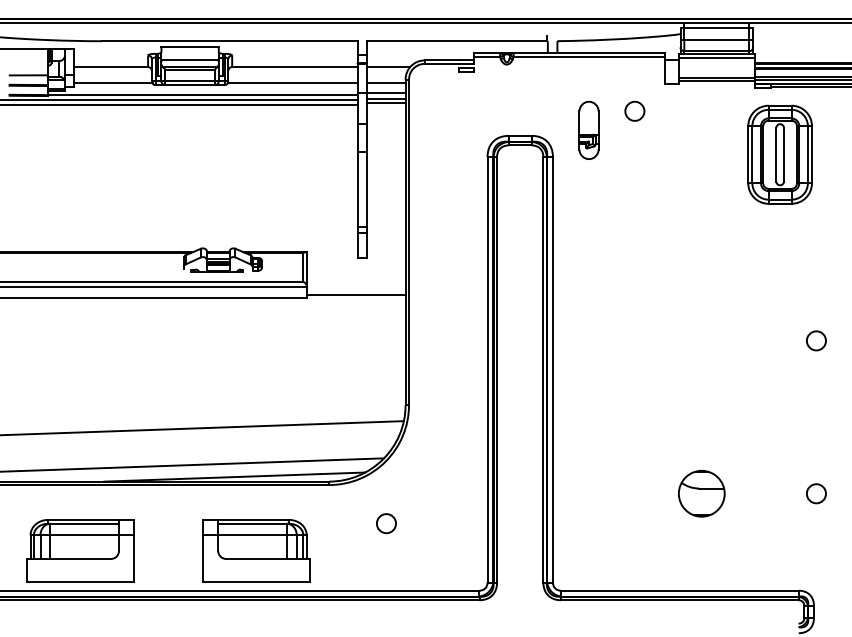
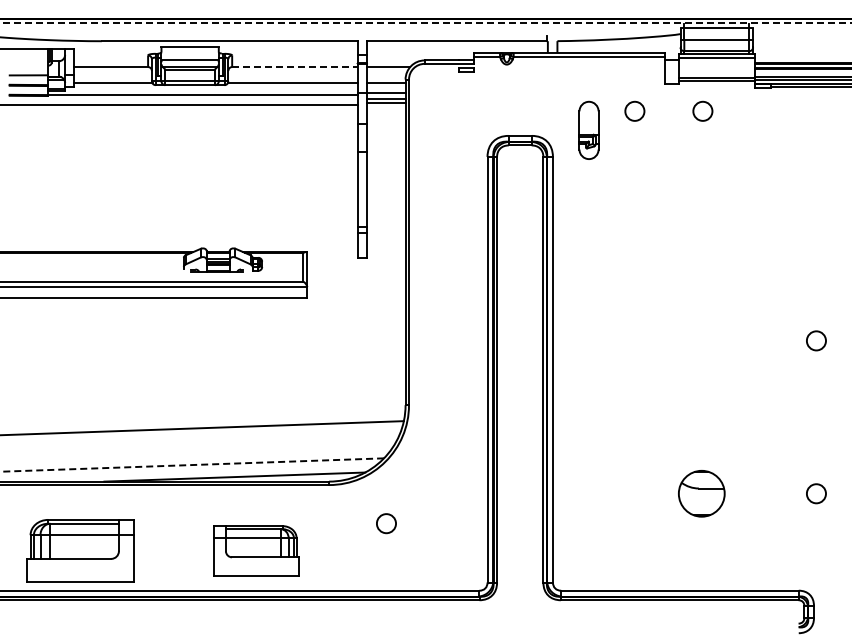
line at (425, 23): solid -> dashed
line at (294, 67): solid -> dashed
line at (179, 100): present -> none
circle at (702, 110): none -> present
part at (779, 154): present -> none
line at (356, 294): present -> none
line at (192, 465): solid -> dashed
part at (256, 550) size: 109x64 px -> 87x52 px
